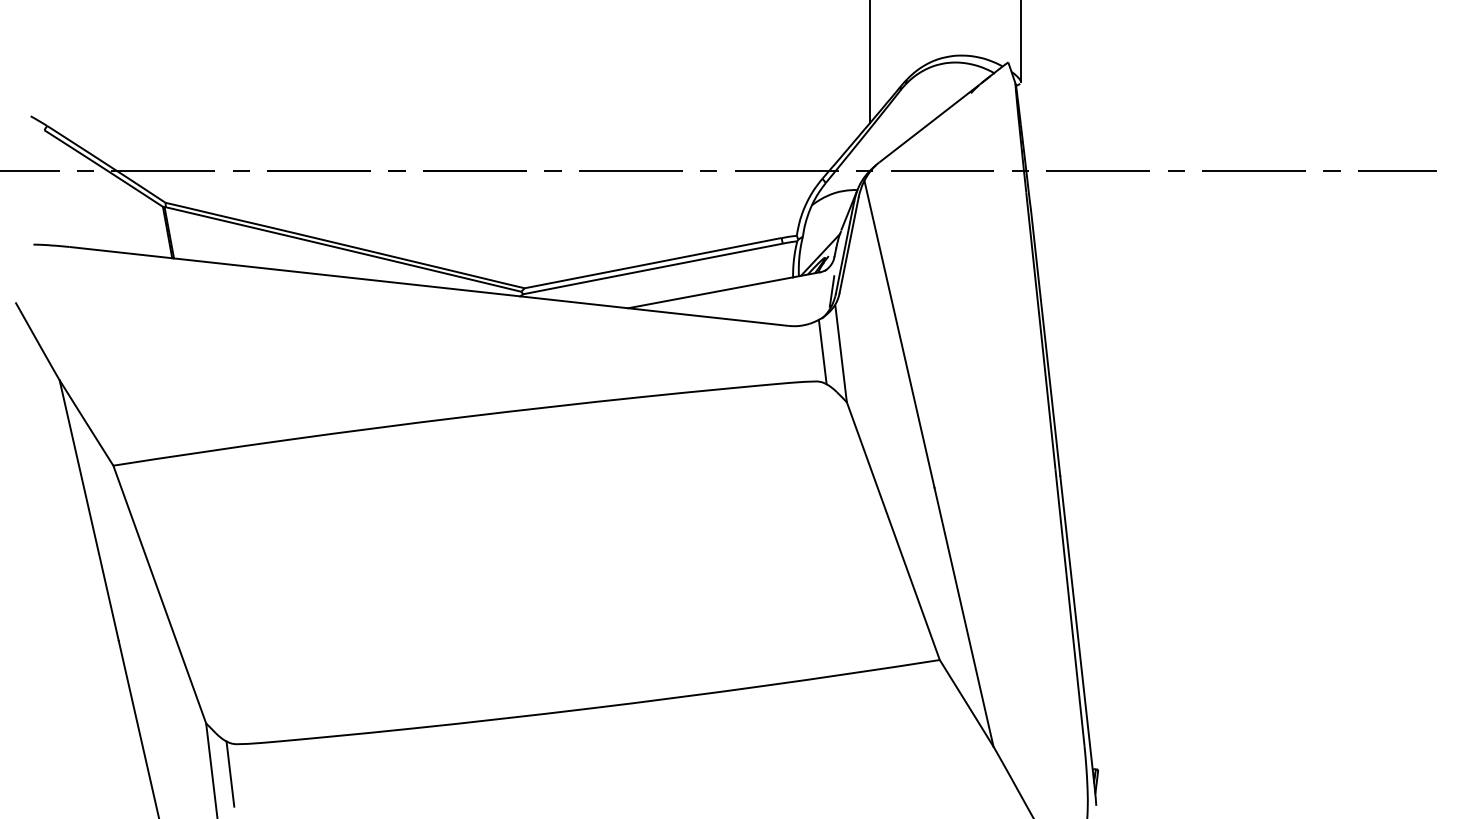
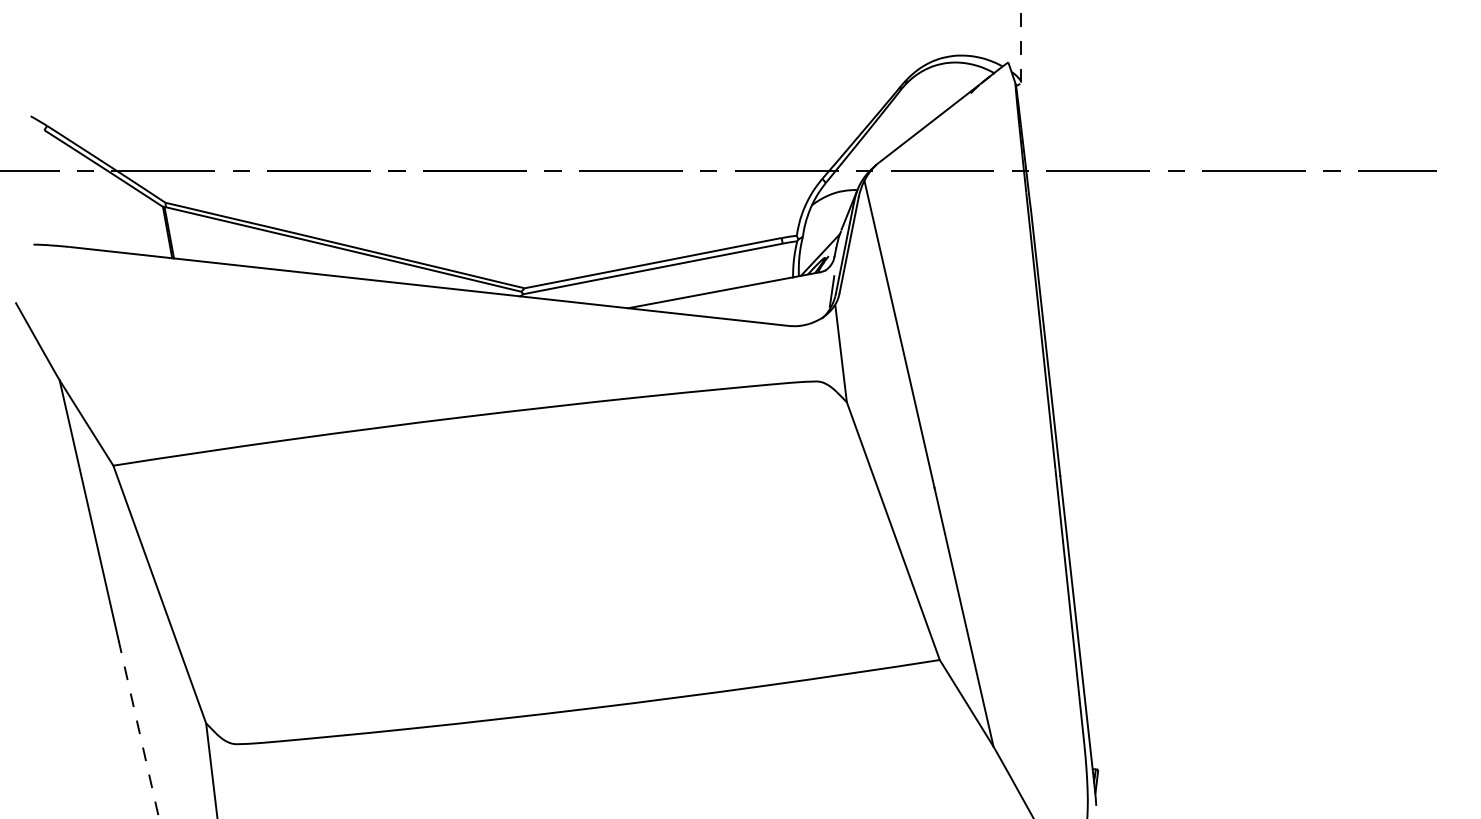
line at (1021, 41): solid -> dashed
line at (869, 62): present -> none
line at (822, 351): present -> none
line at (138, 729): solid -> dashed
line at (230, 773): present -> none
